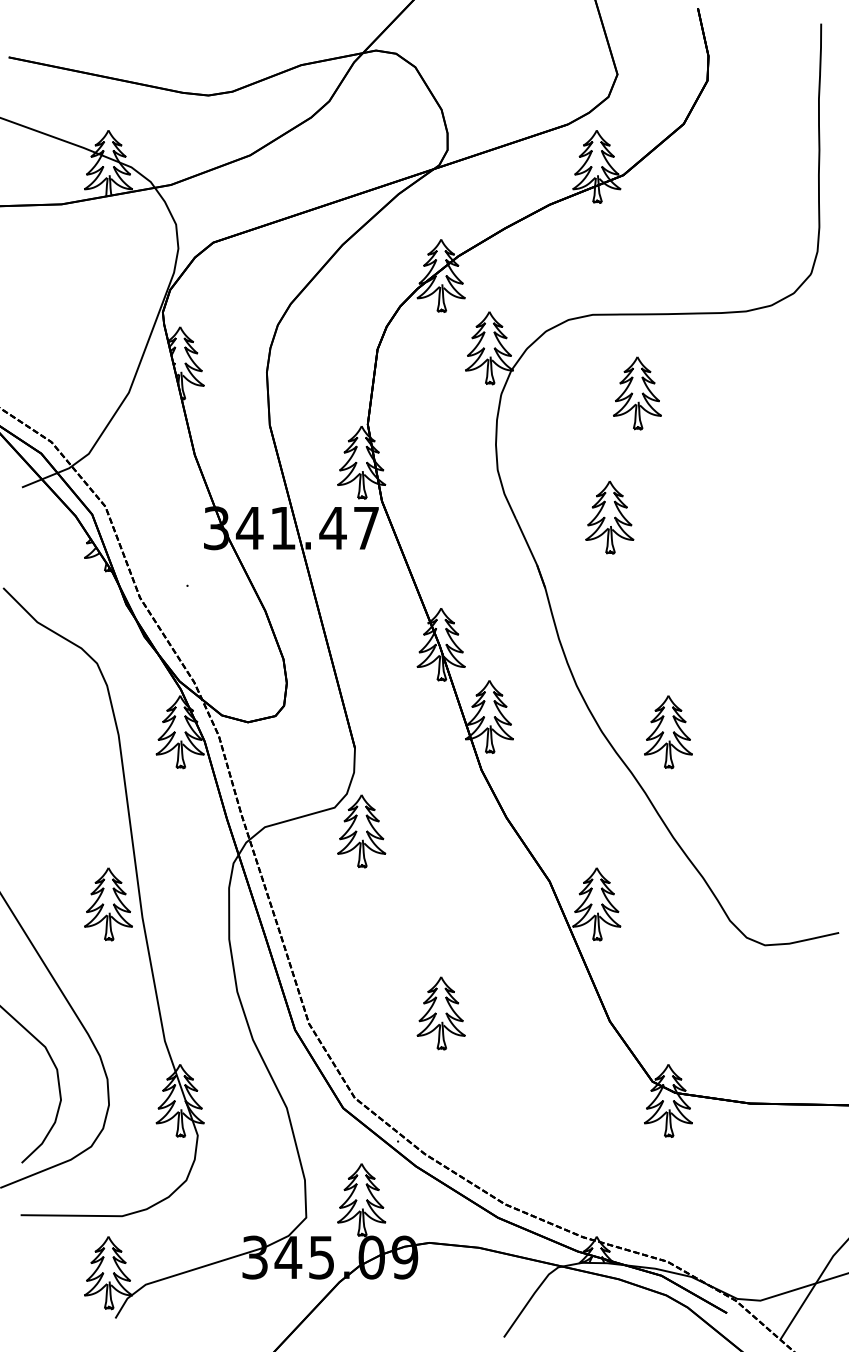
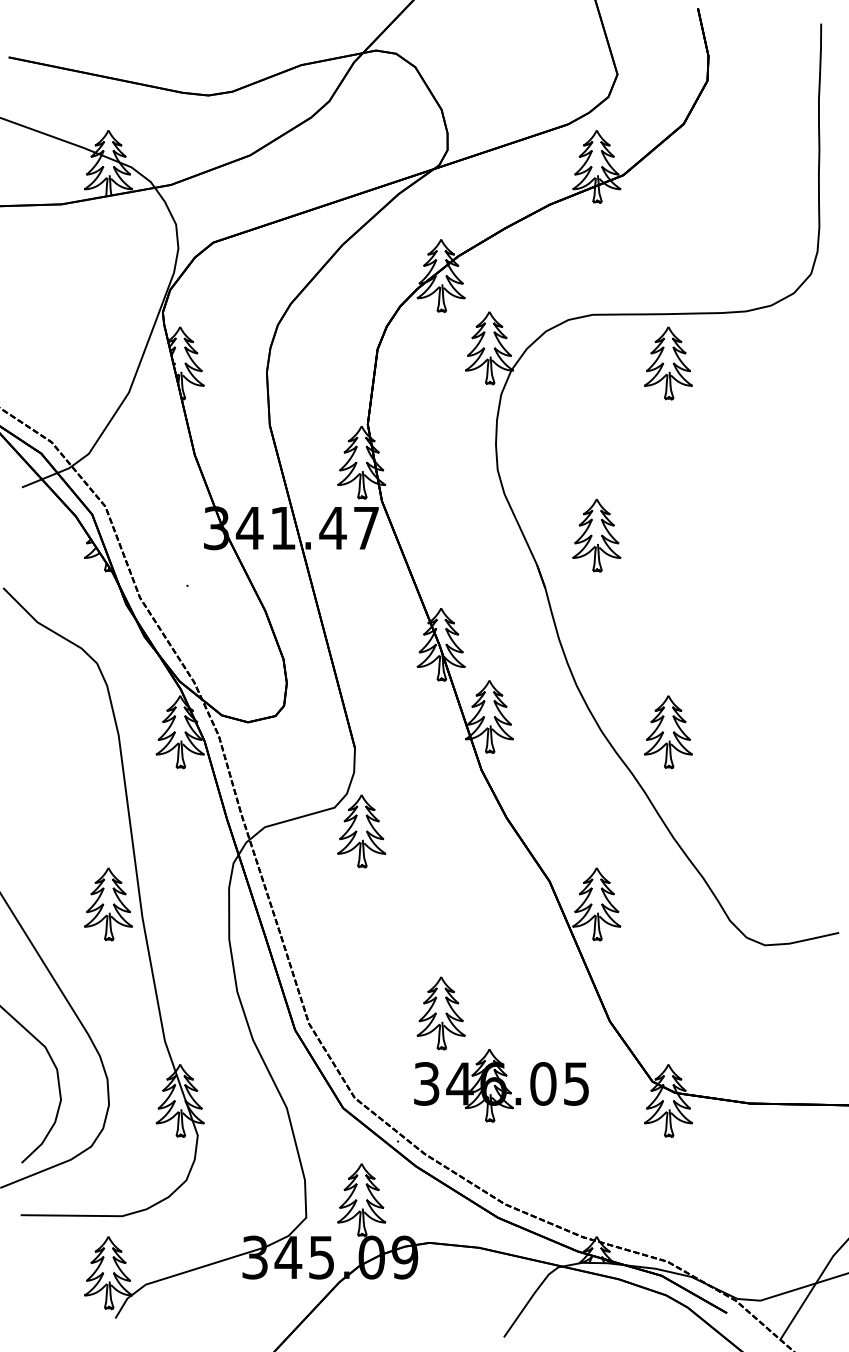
part at (637, 393) position: (637, 393) -> (668, 363)
part at (609, 517) position: (609, 517) -> (596, 535)
part at (501, 1085): none -> present
